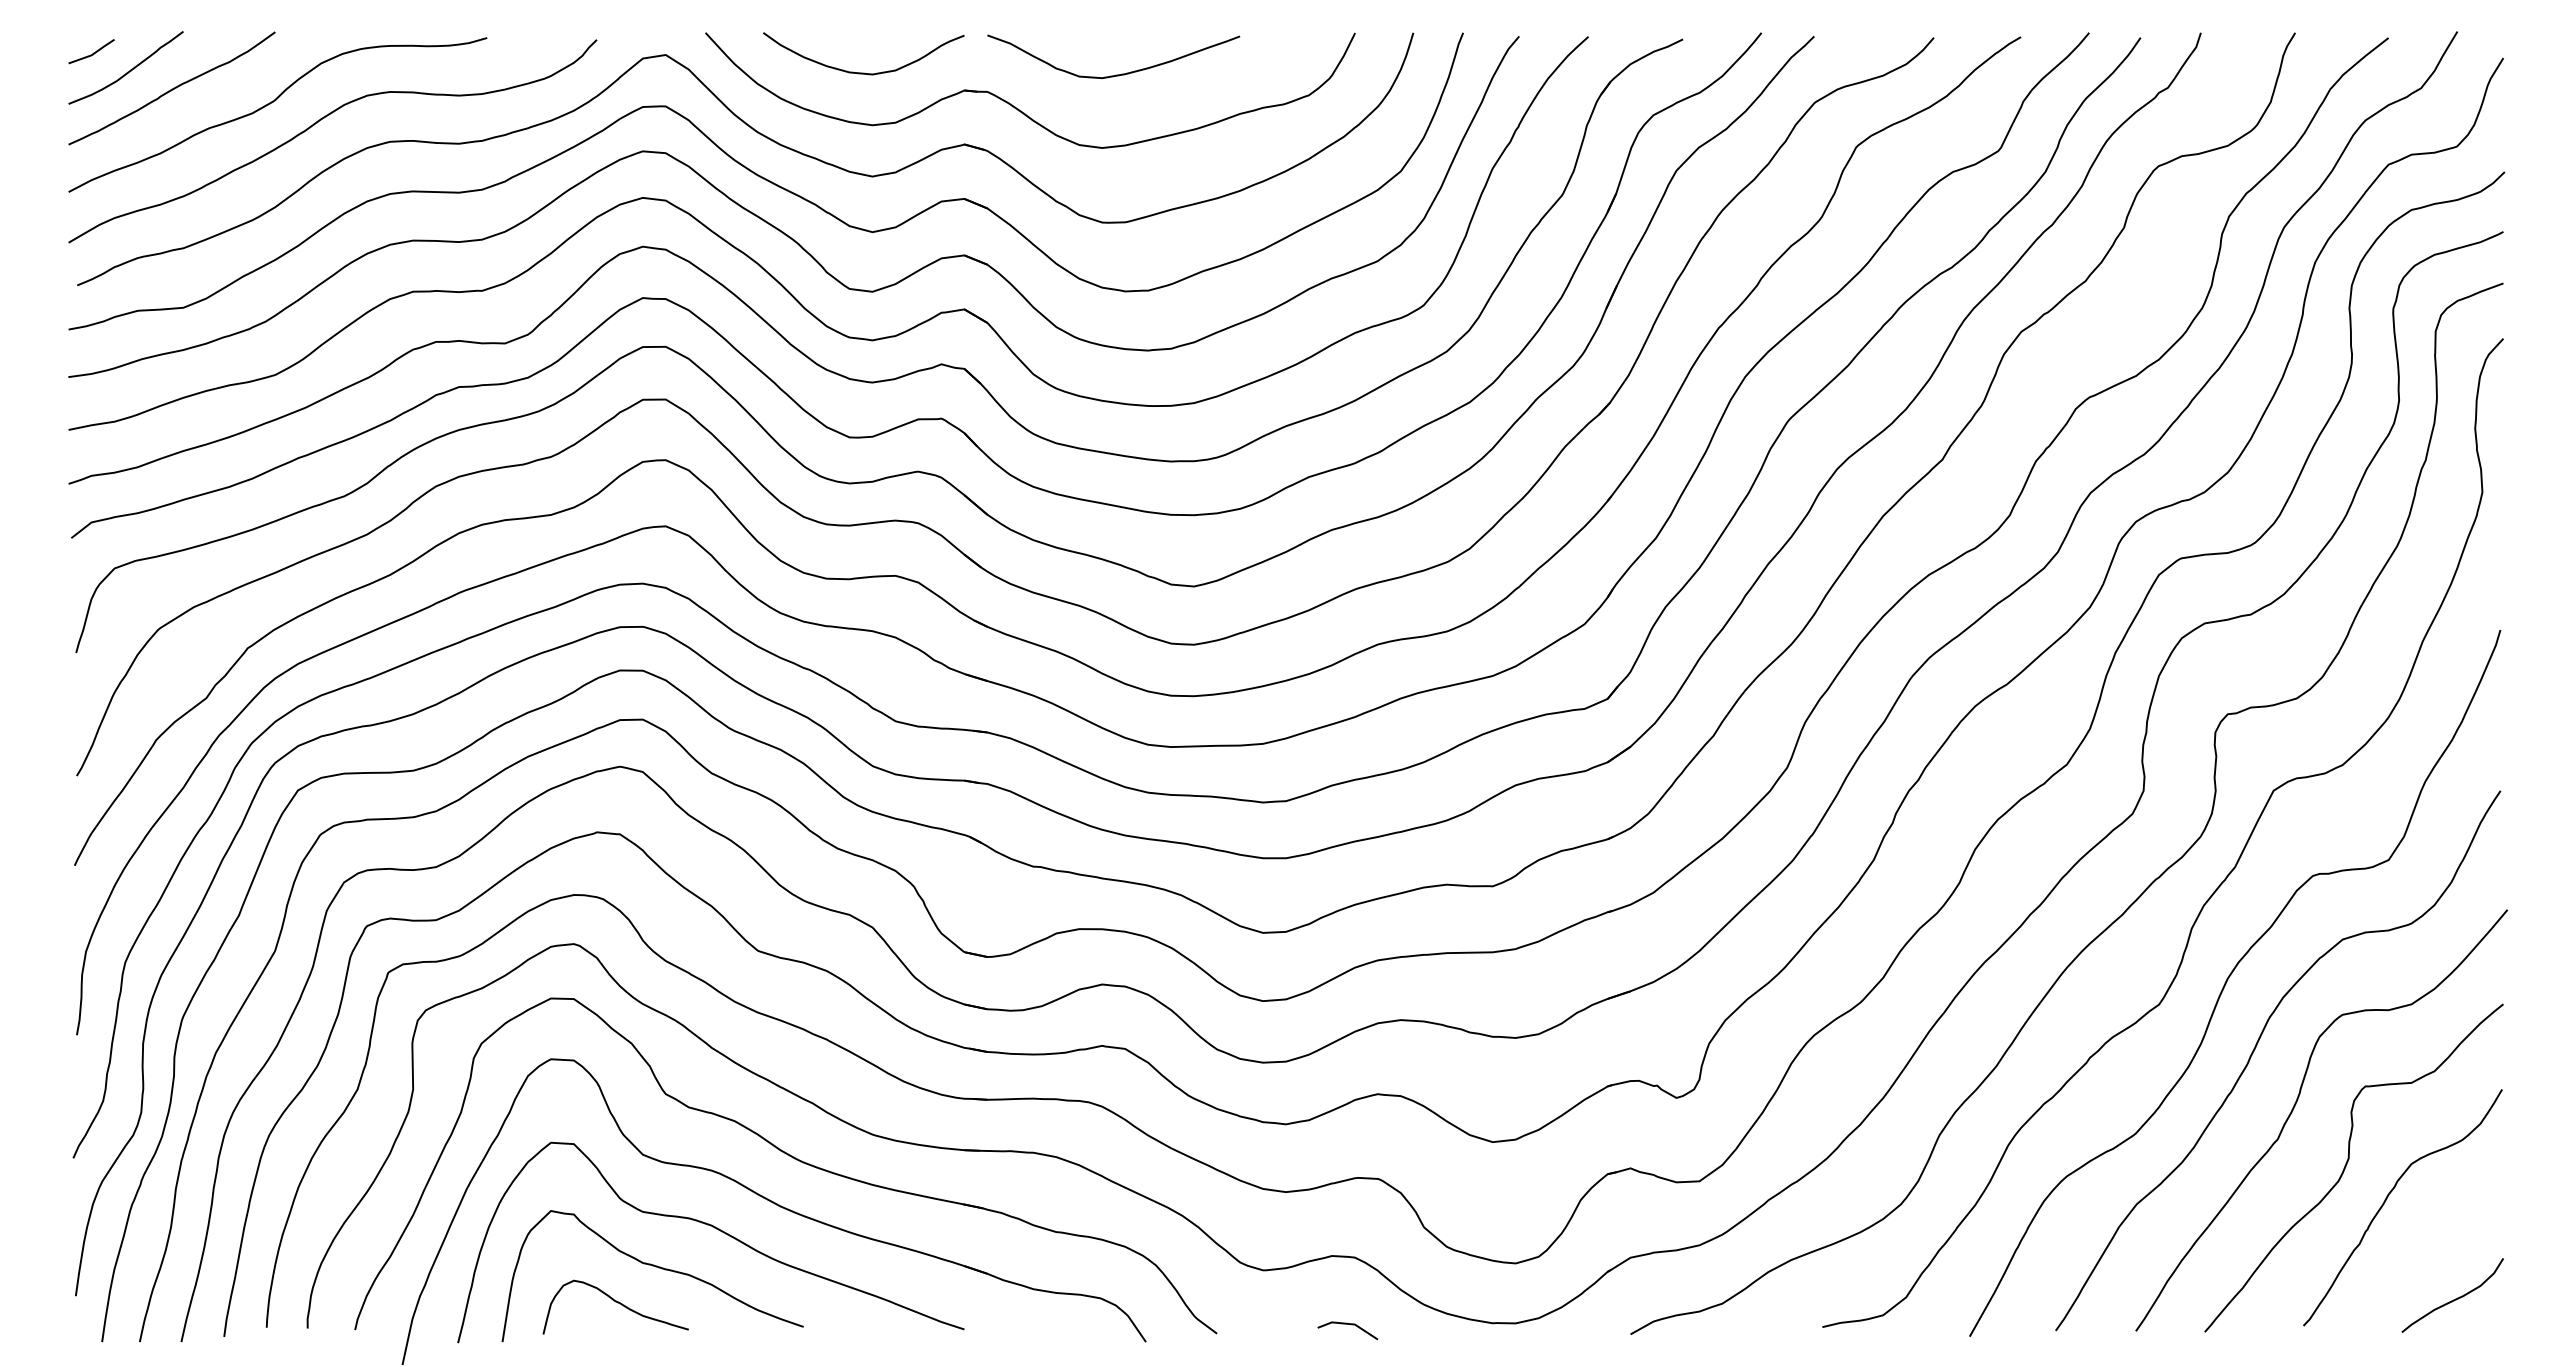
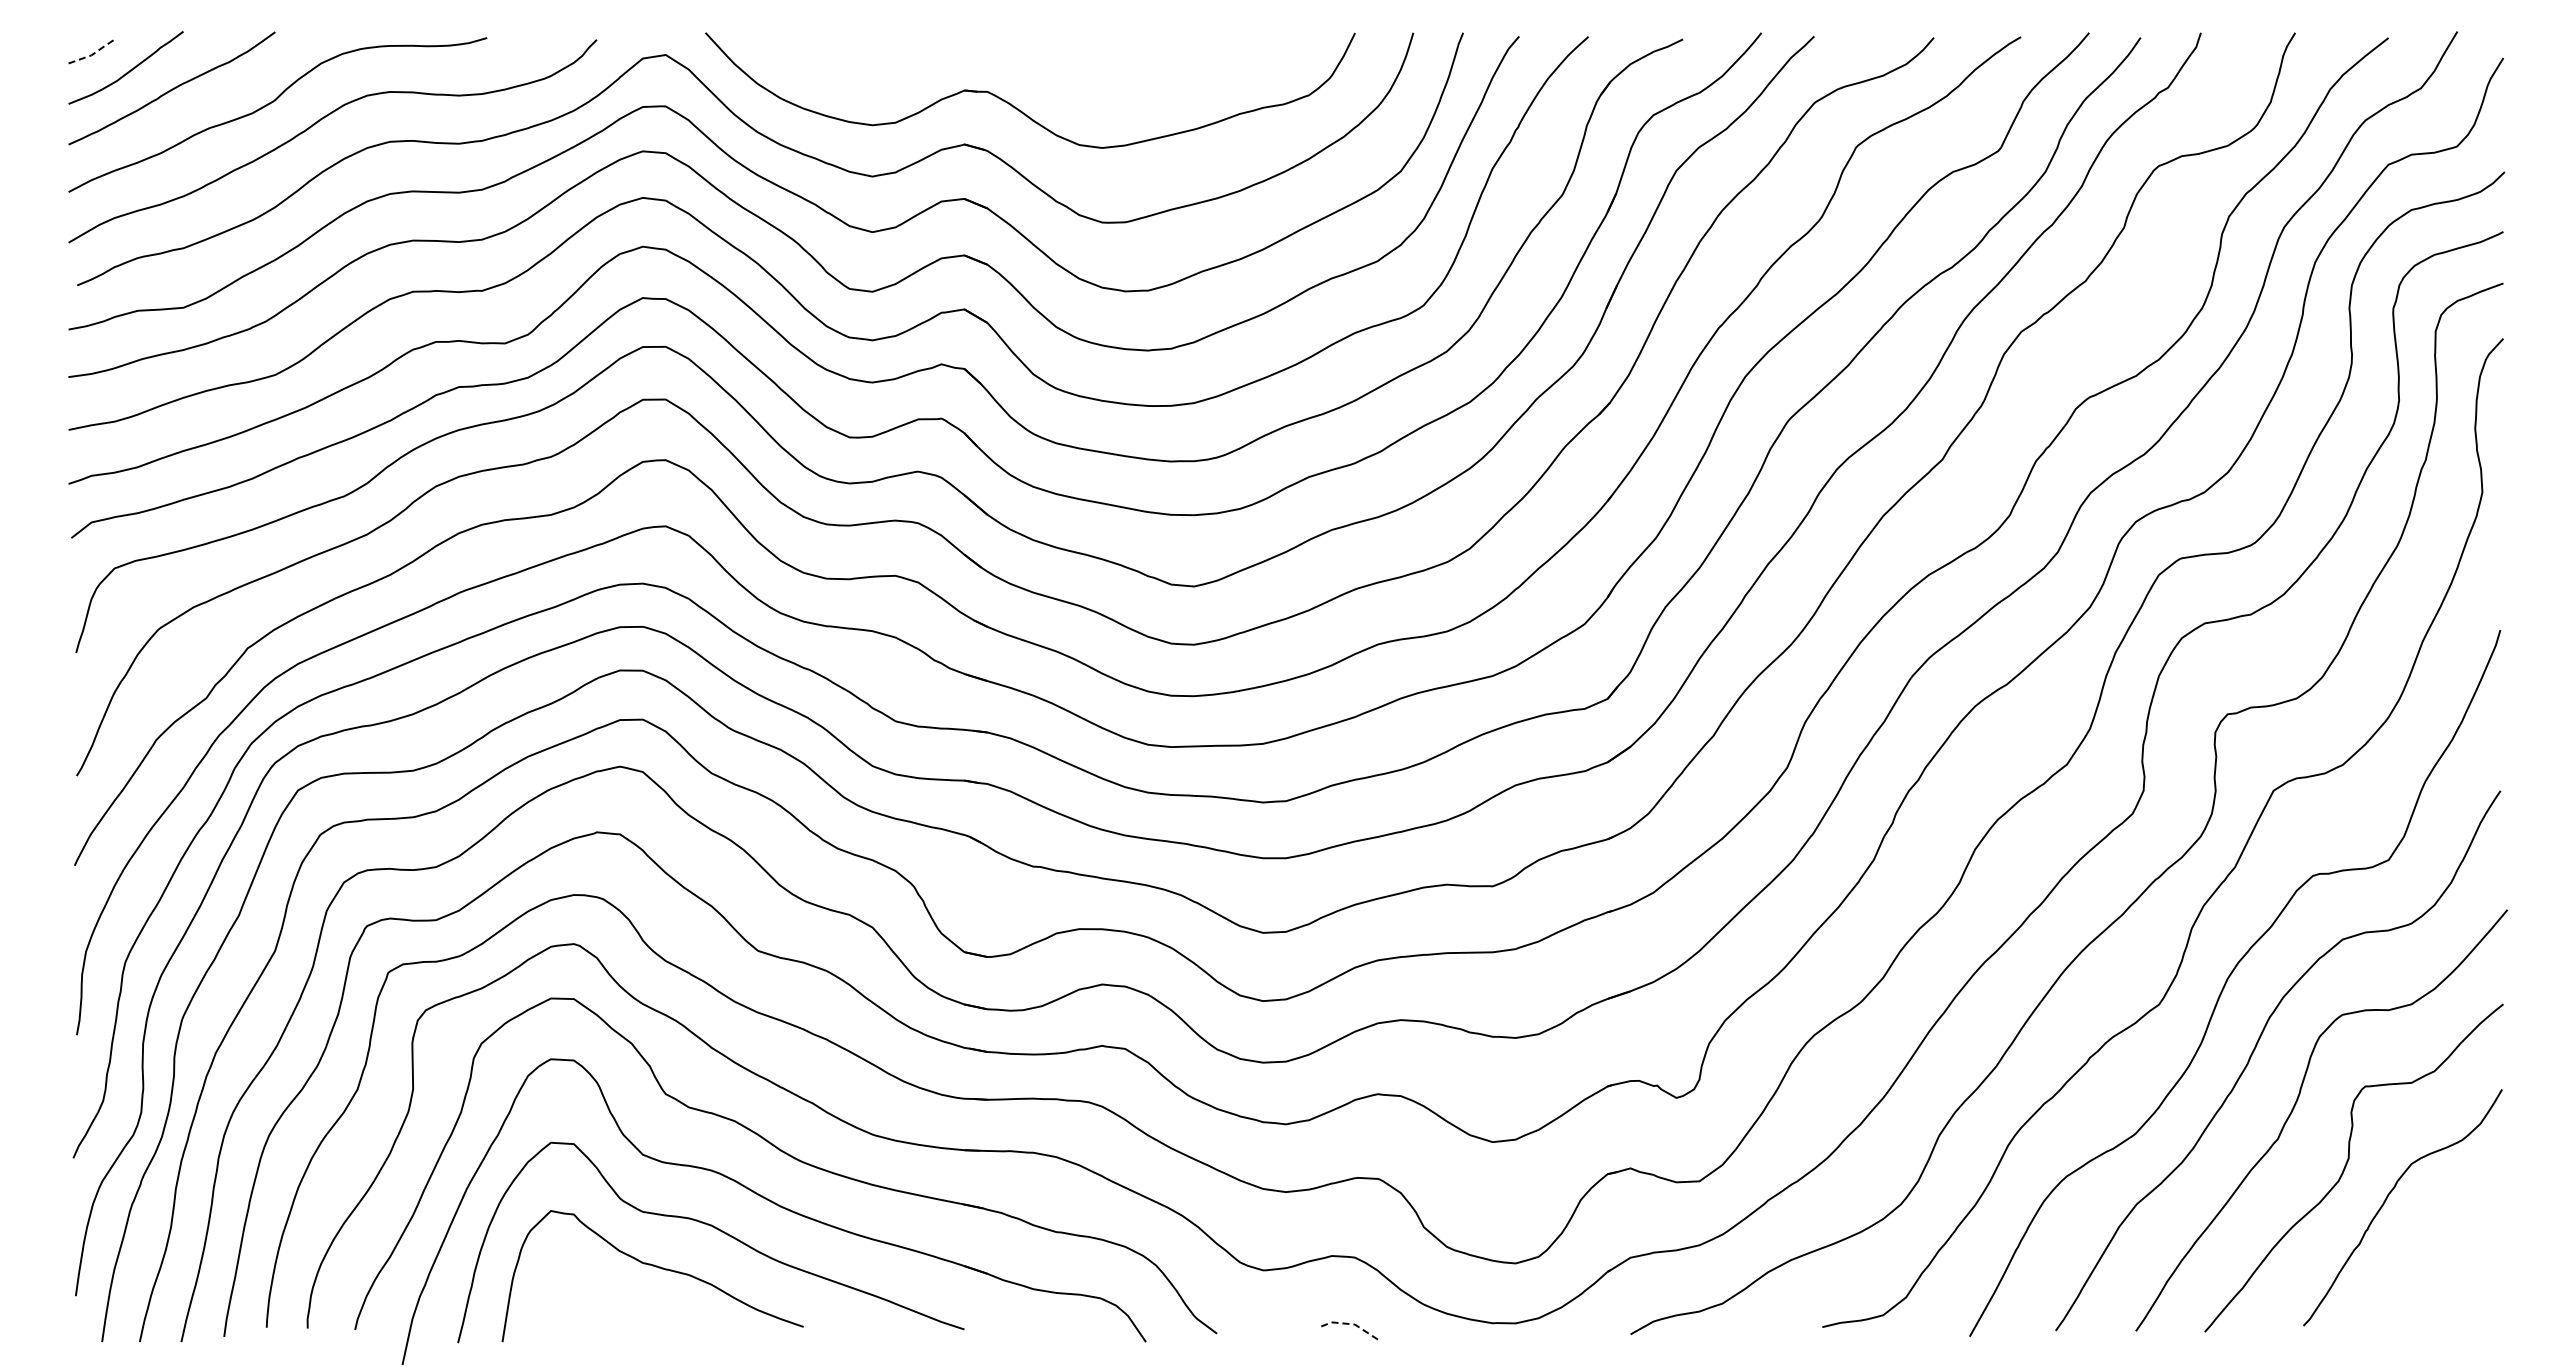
line at (93, 54): solid -> dashed
curve at (863, 72): present -> none
curve at (1116, 74): present -> none
curve at (2453, 1299): present -> none
curve at (617, 1303): present -> none
line at (1349, 1324): solid -> dashed
